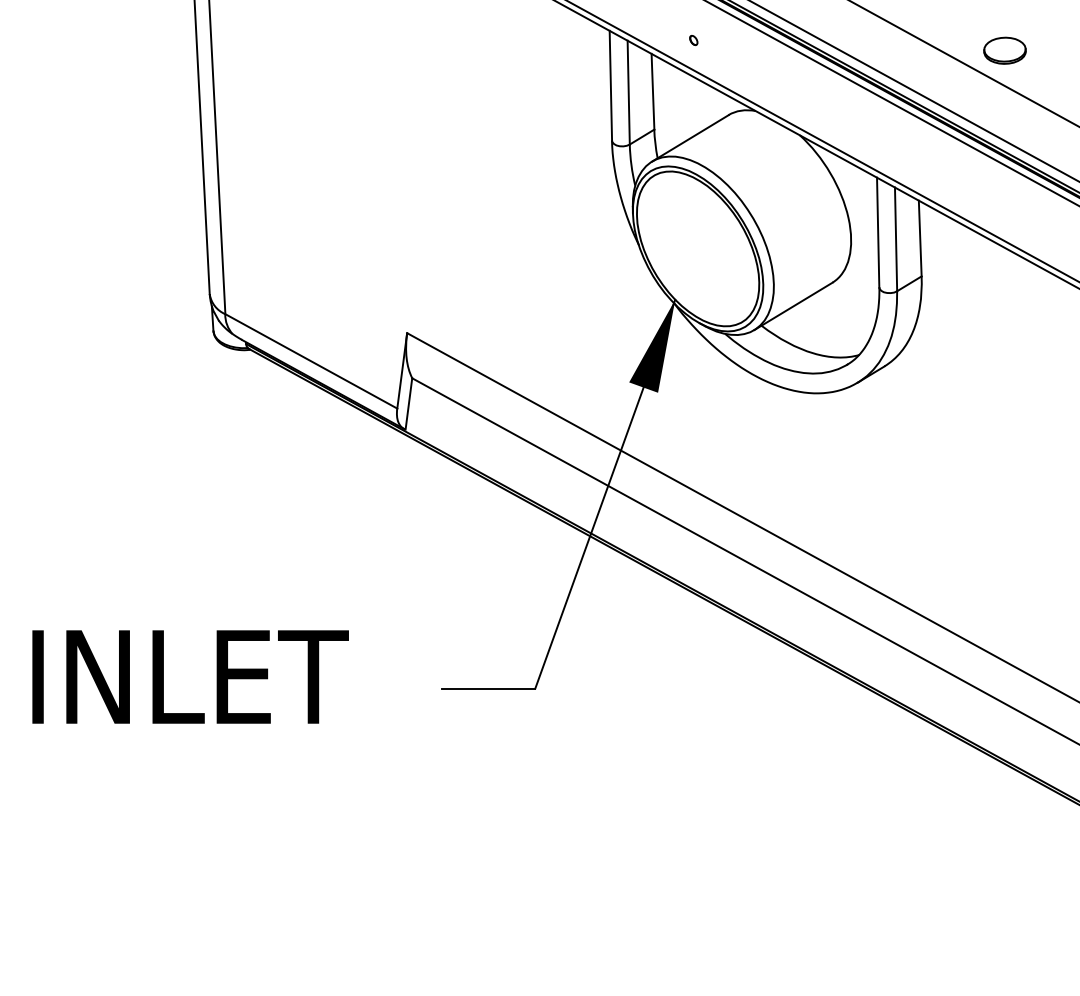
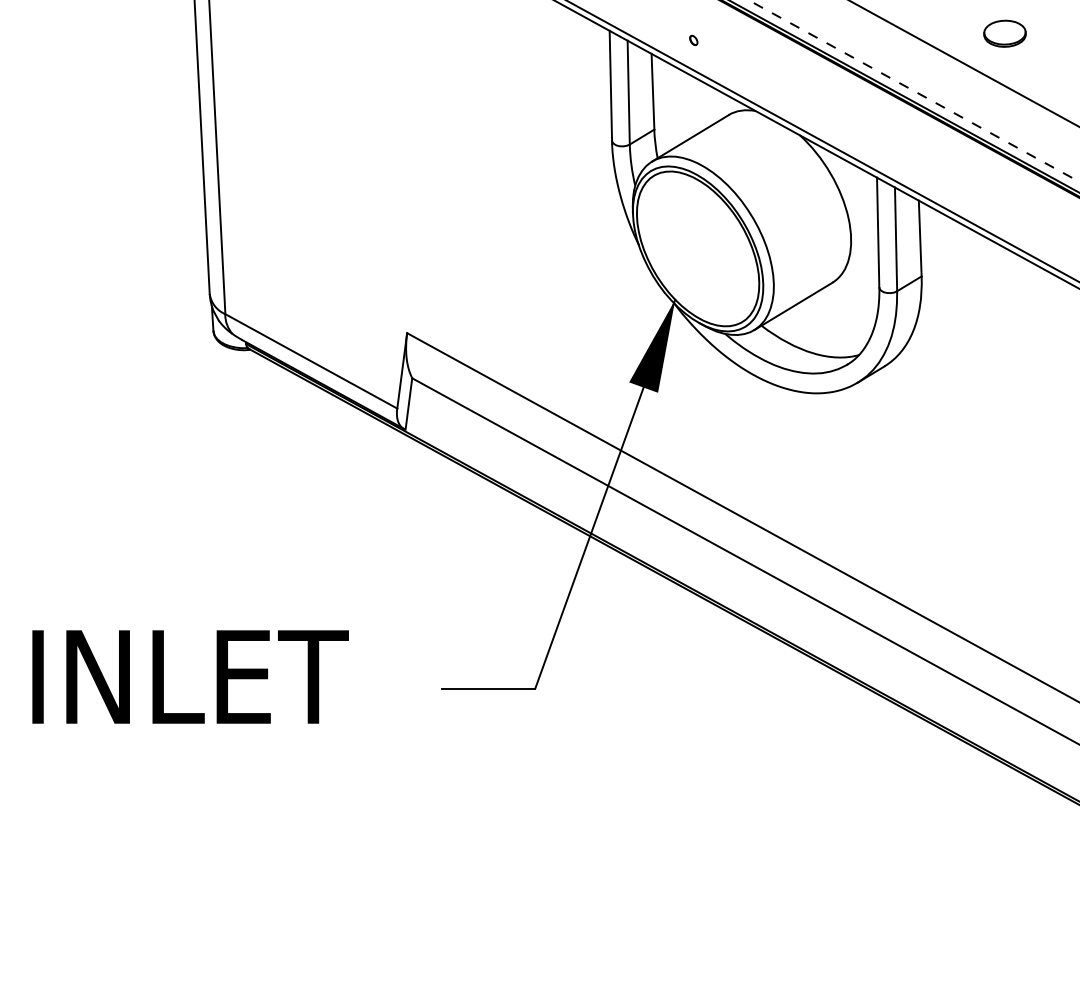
part at (1004, 50) position: (1004, 50) -> (1004, 33)
line at (914, 91): solid -> dashed
line at (891, 103): present -> none
